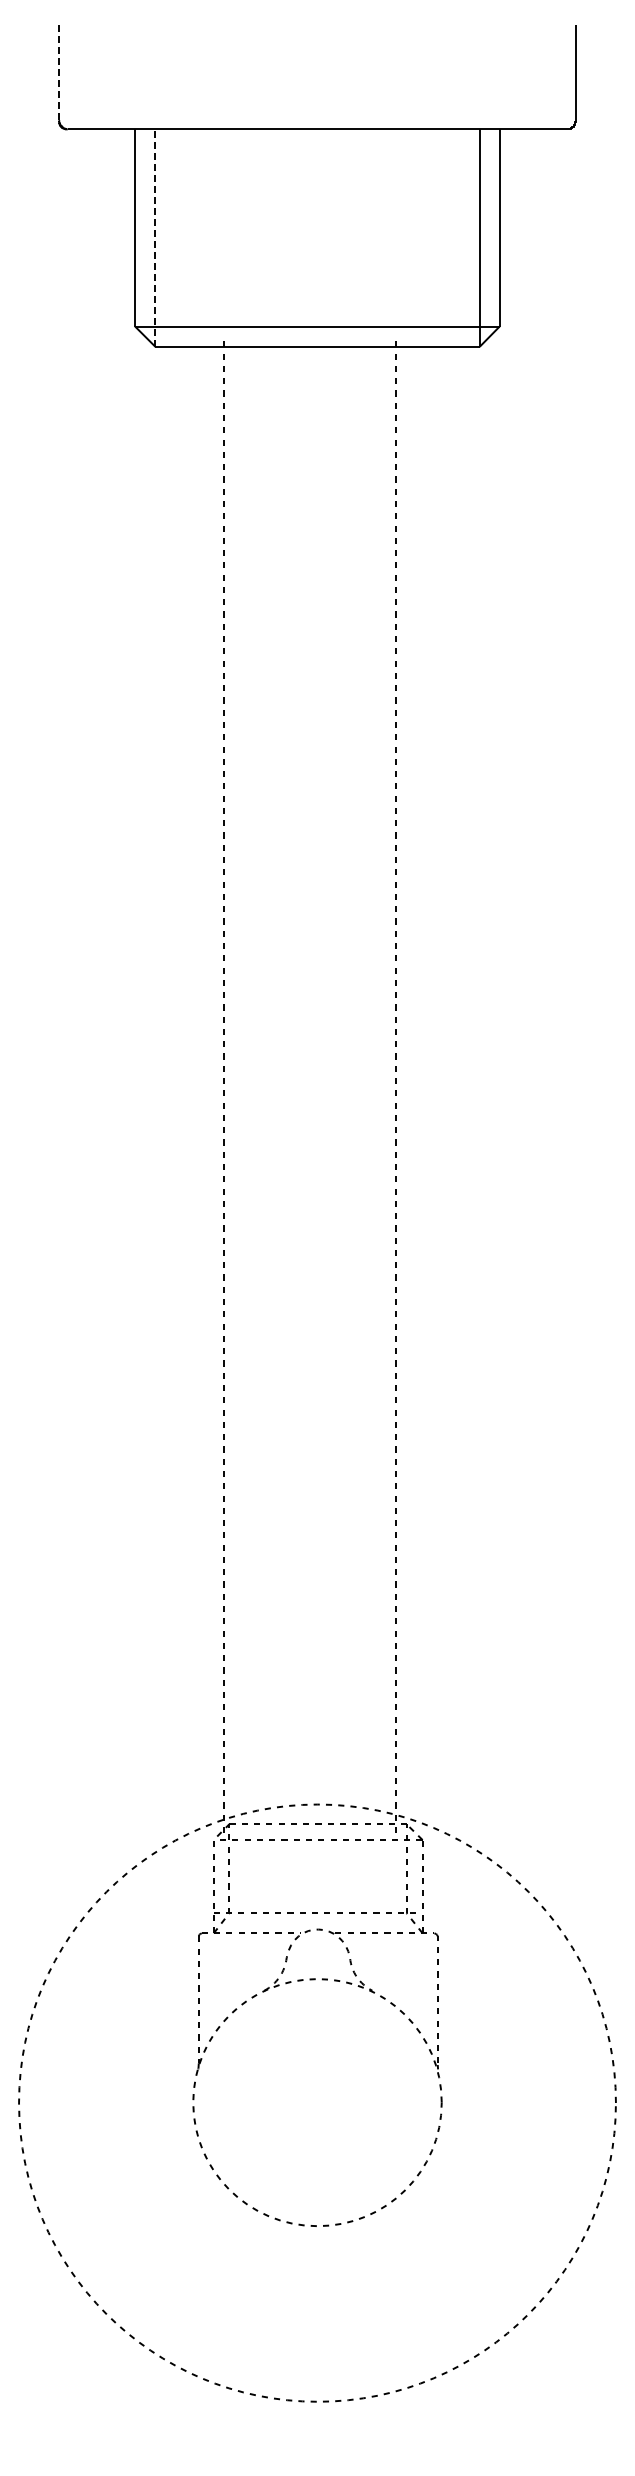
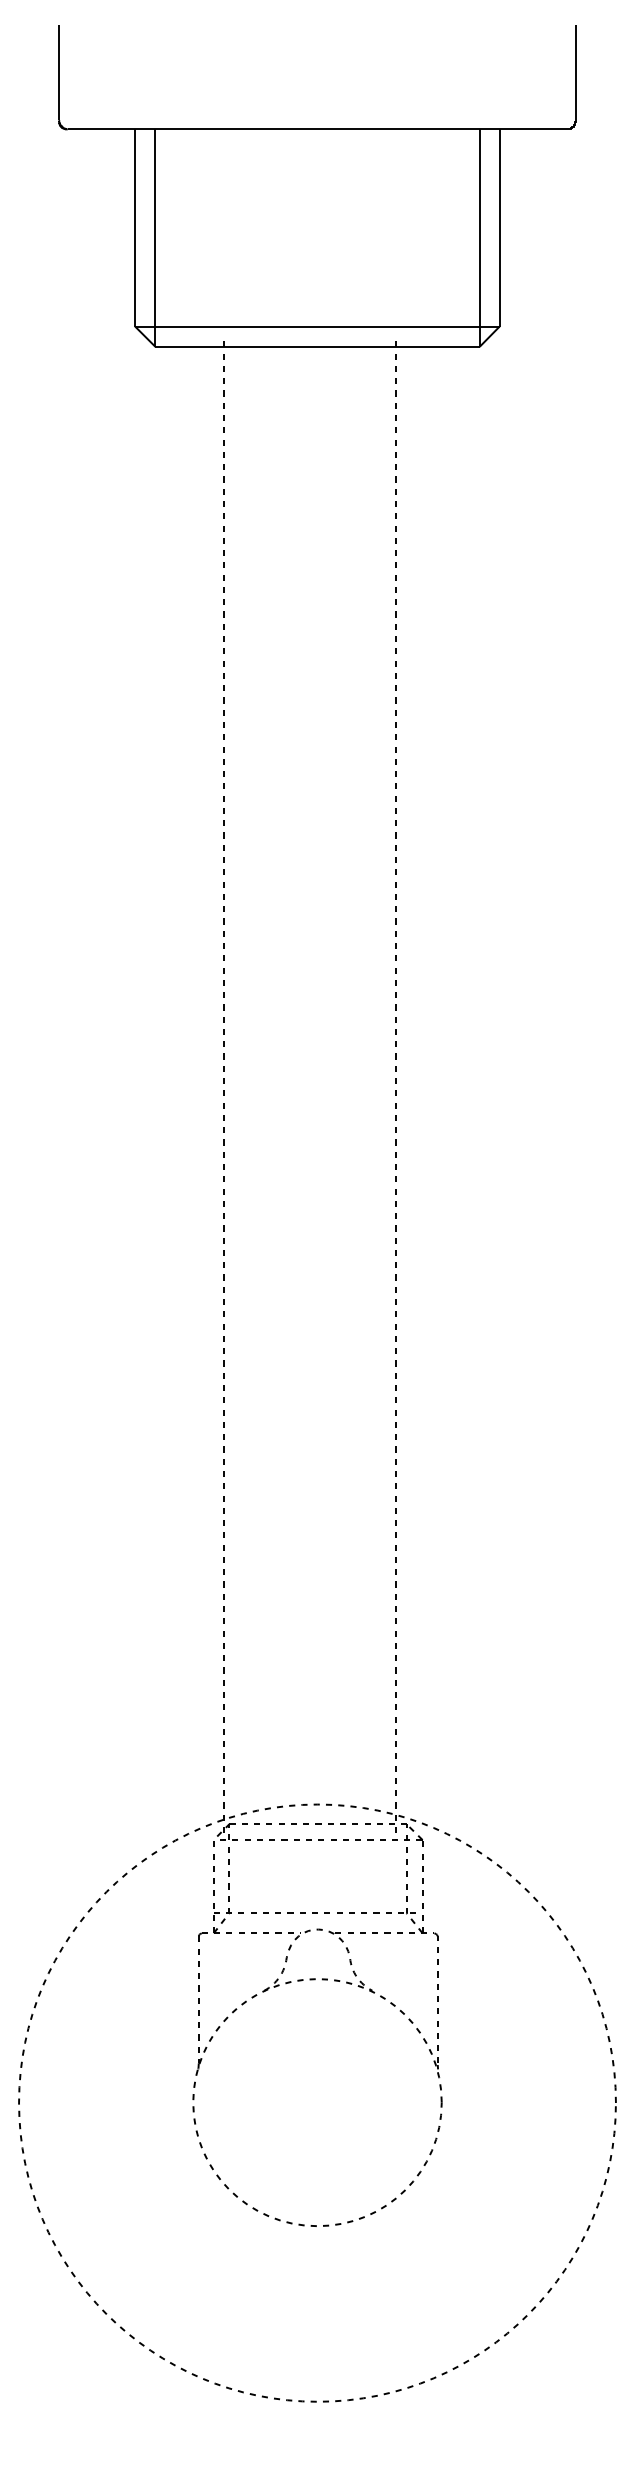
line at (59, 72): dashed -> solid
line at (155, 238): dashed -> solid
